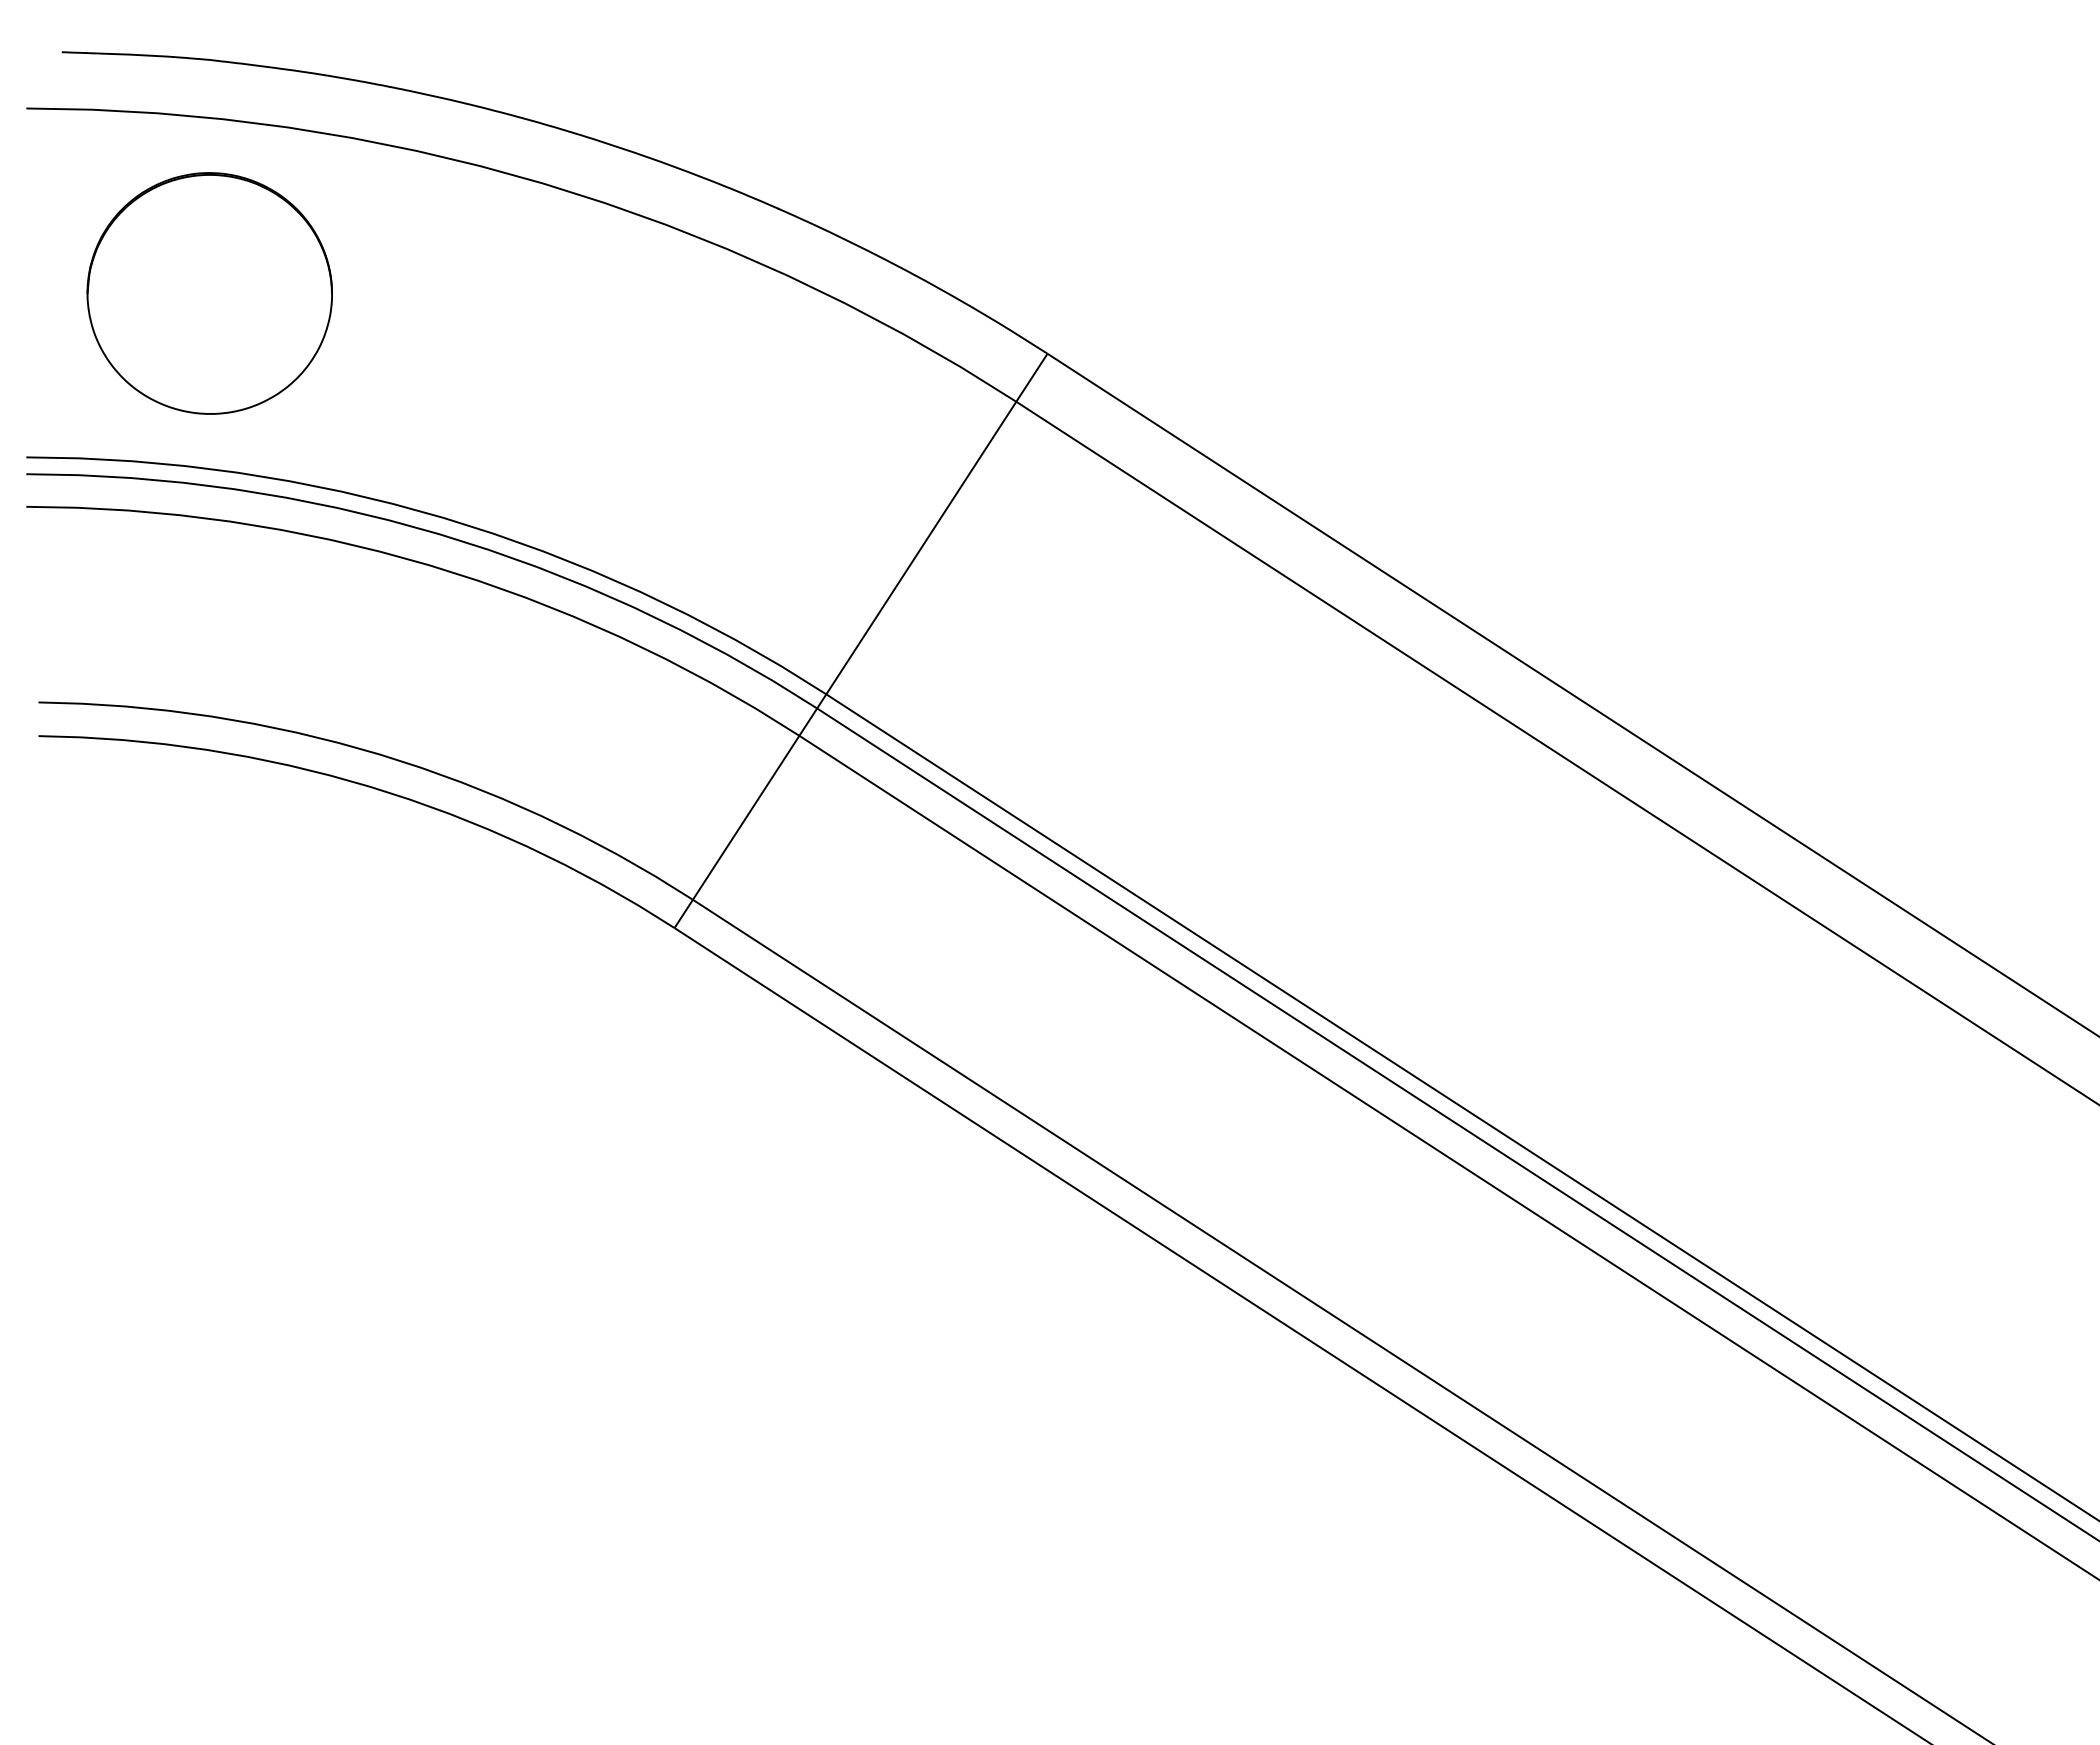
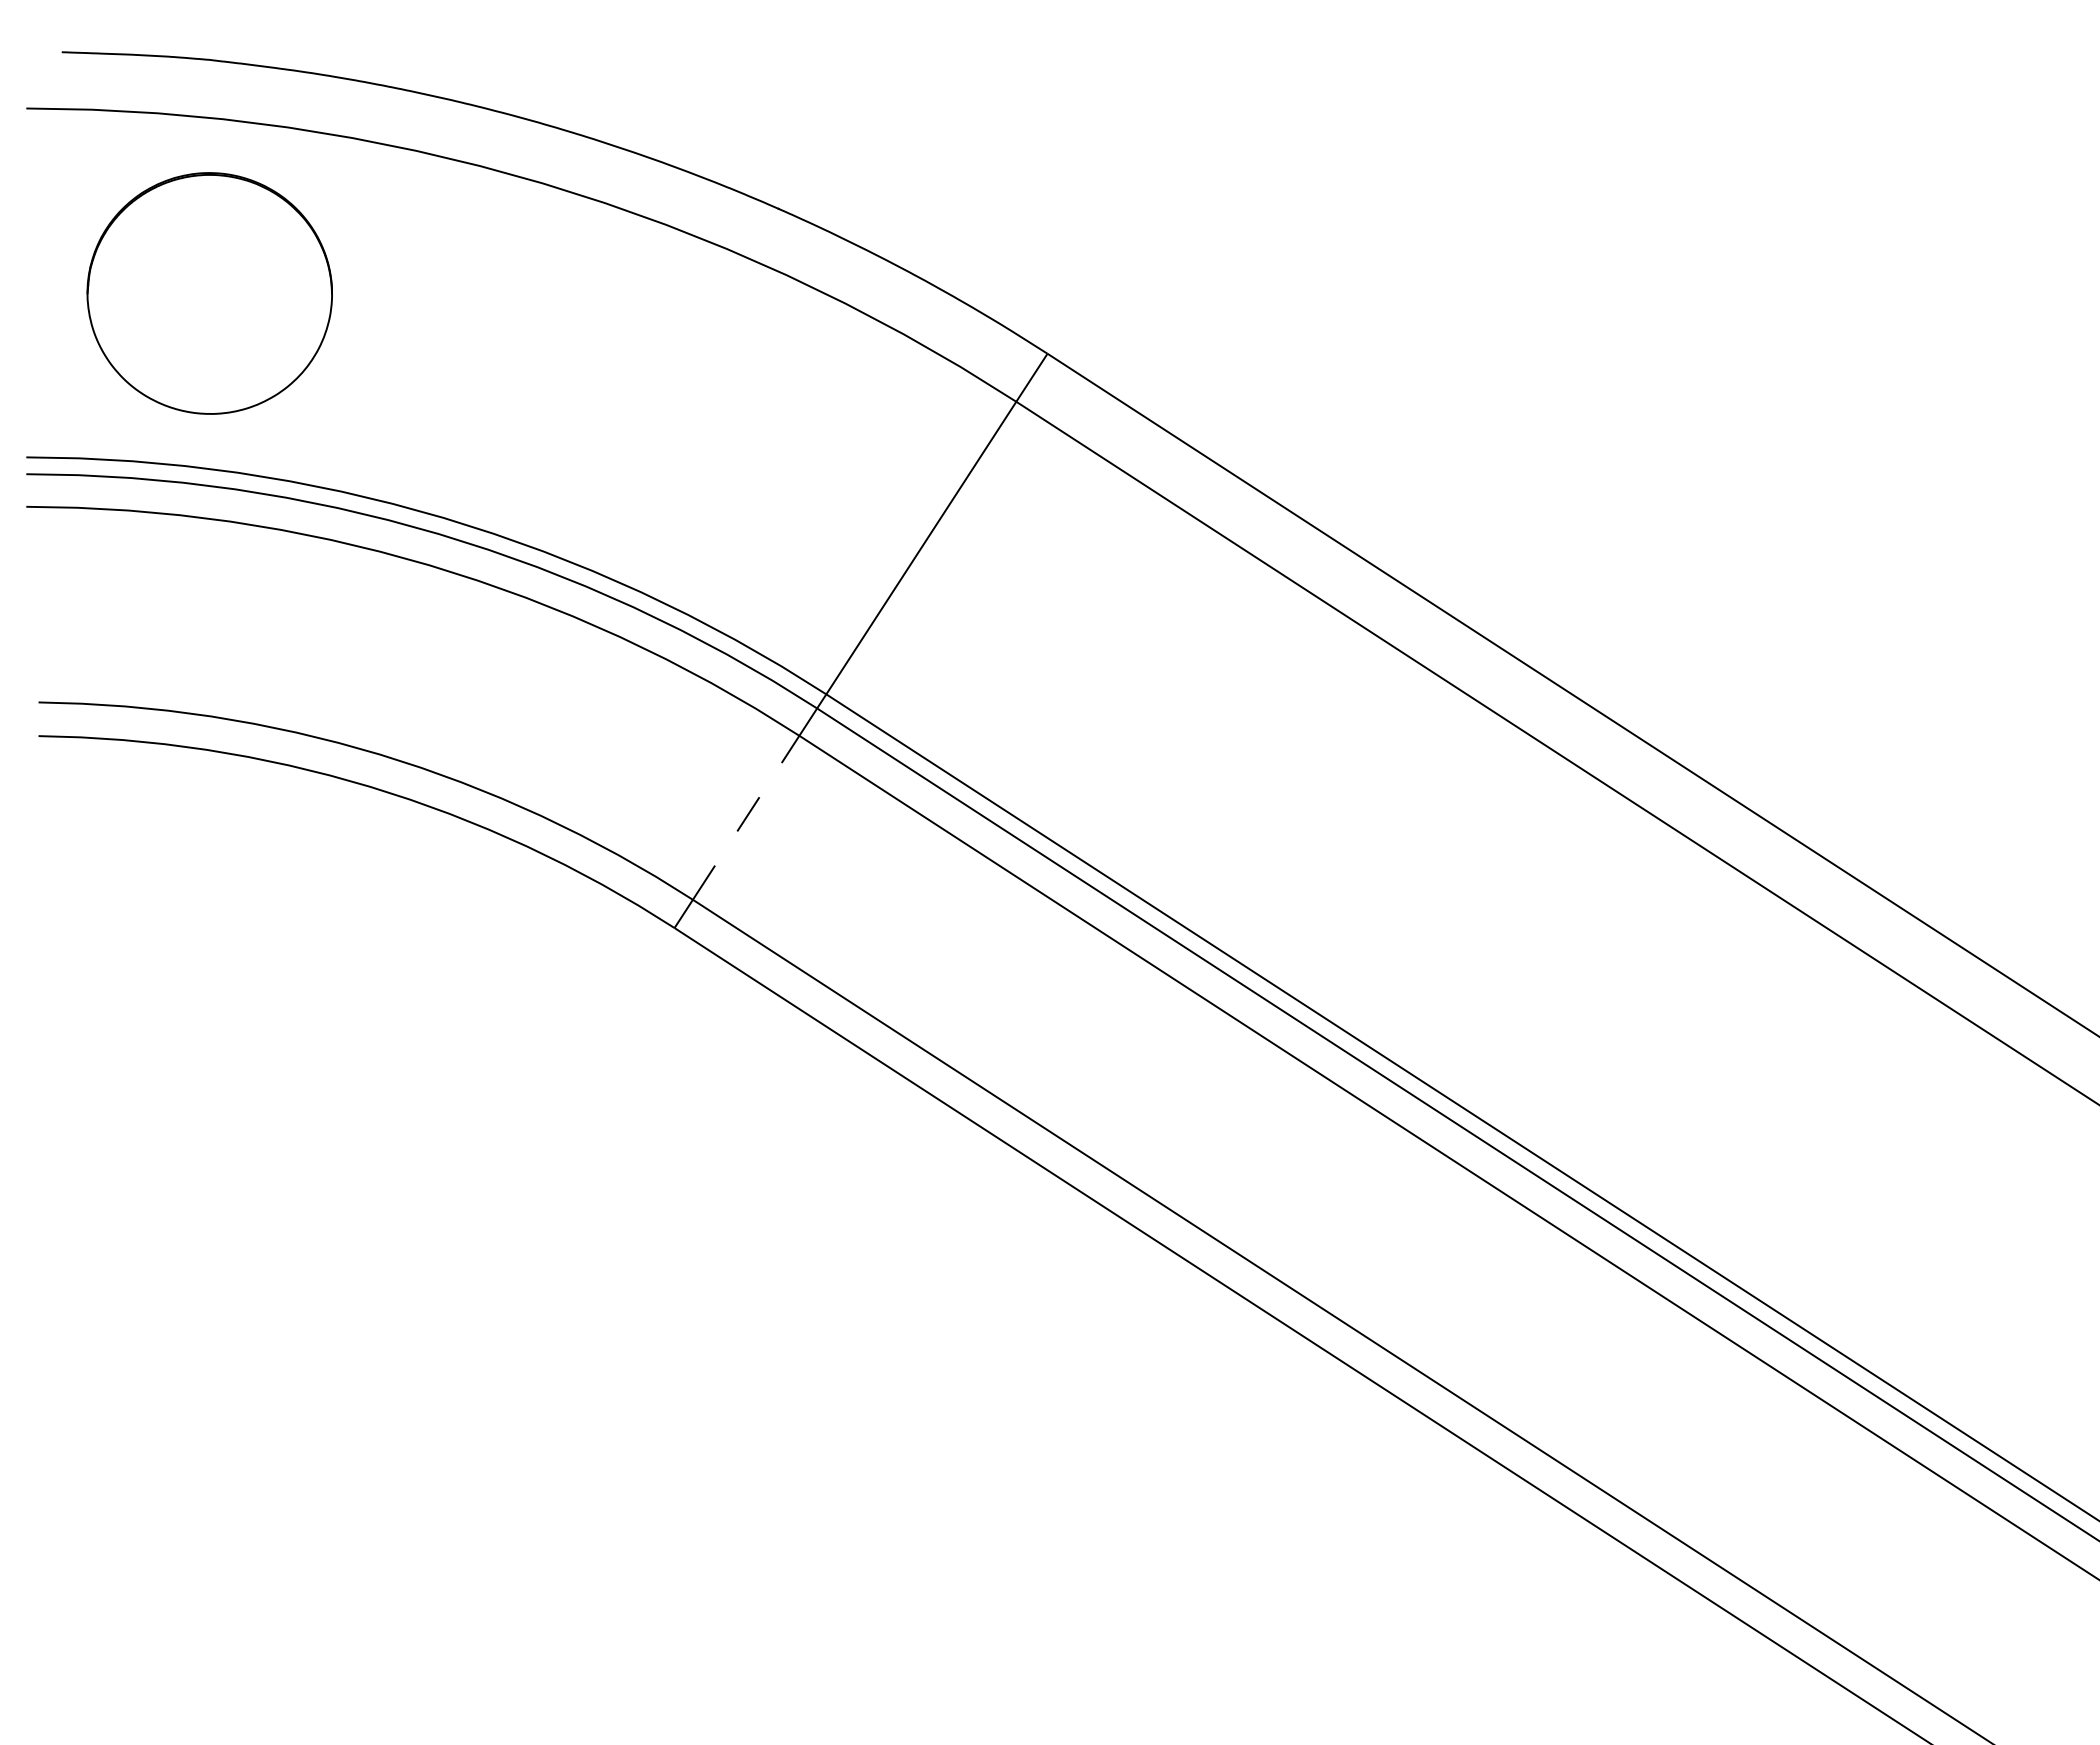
line at (746, 817): solid -> dashed
